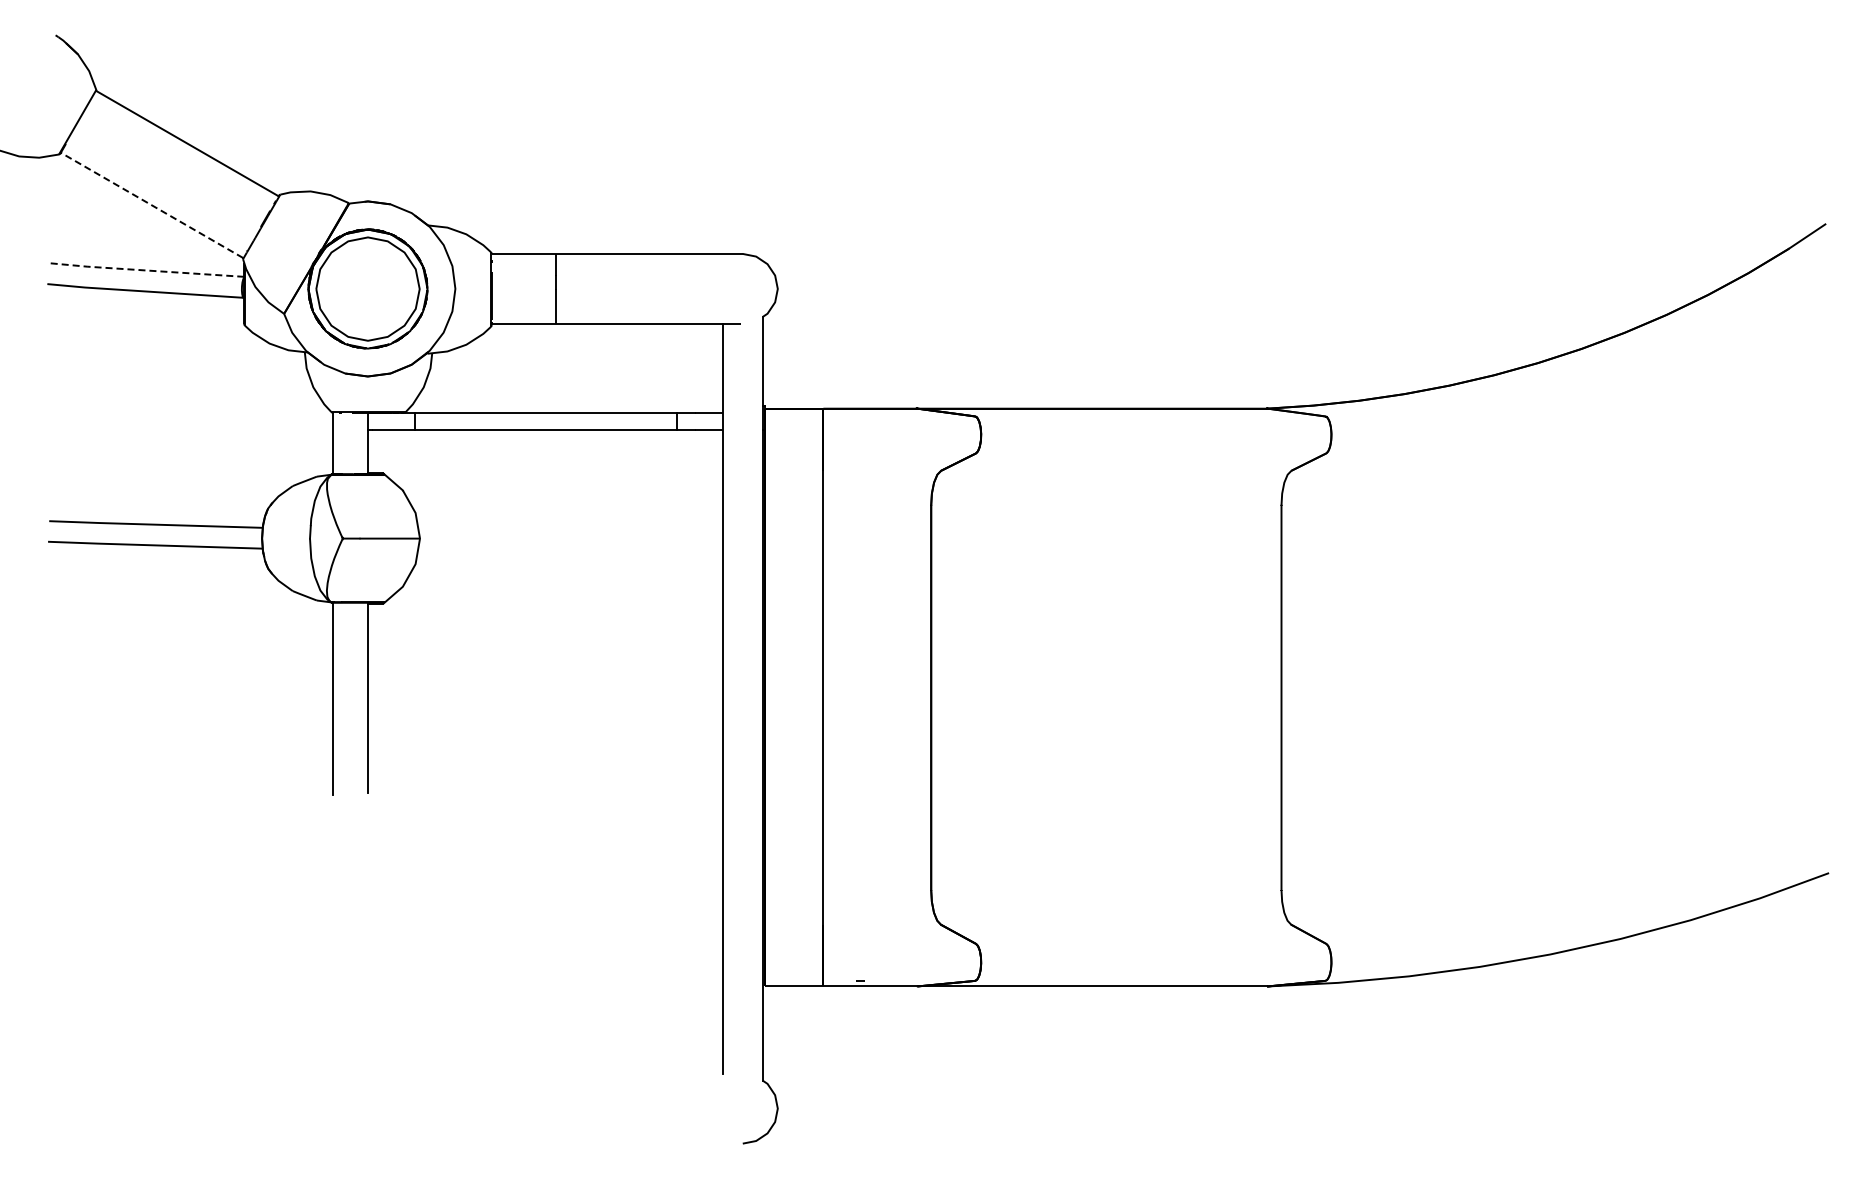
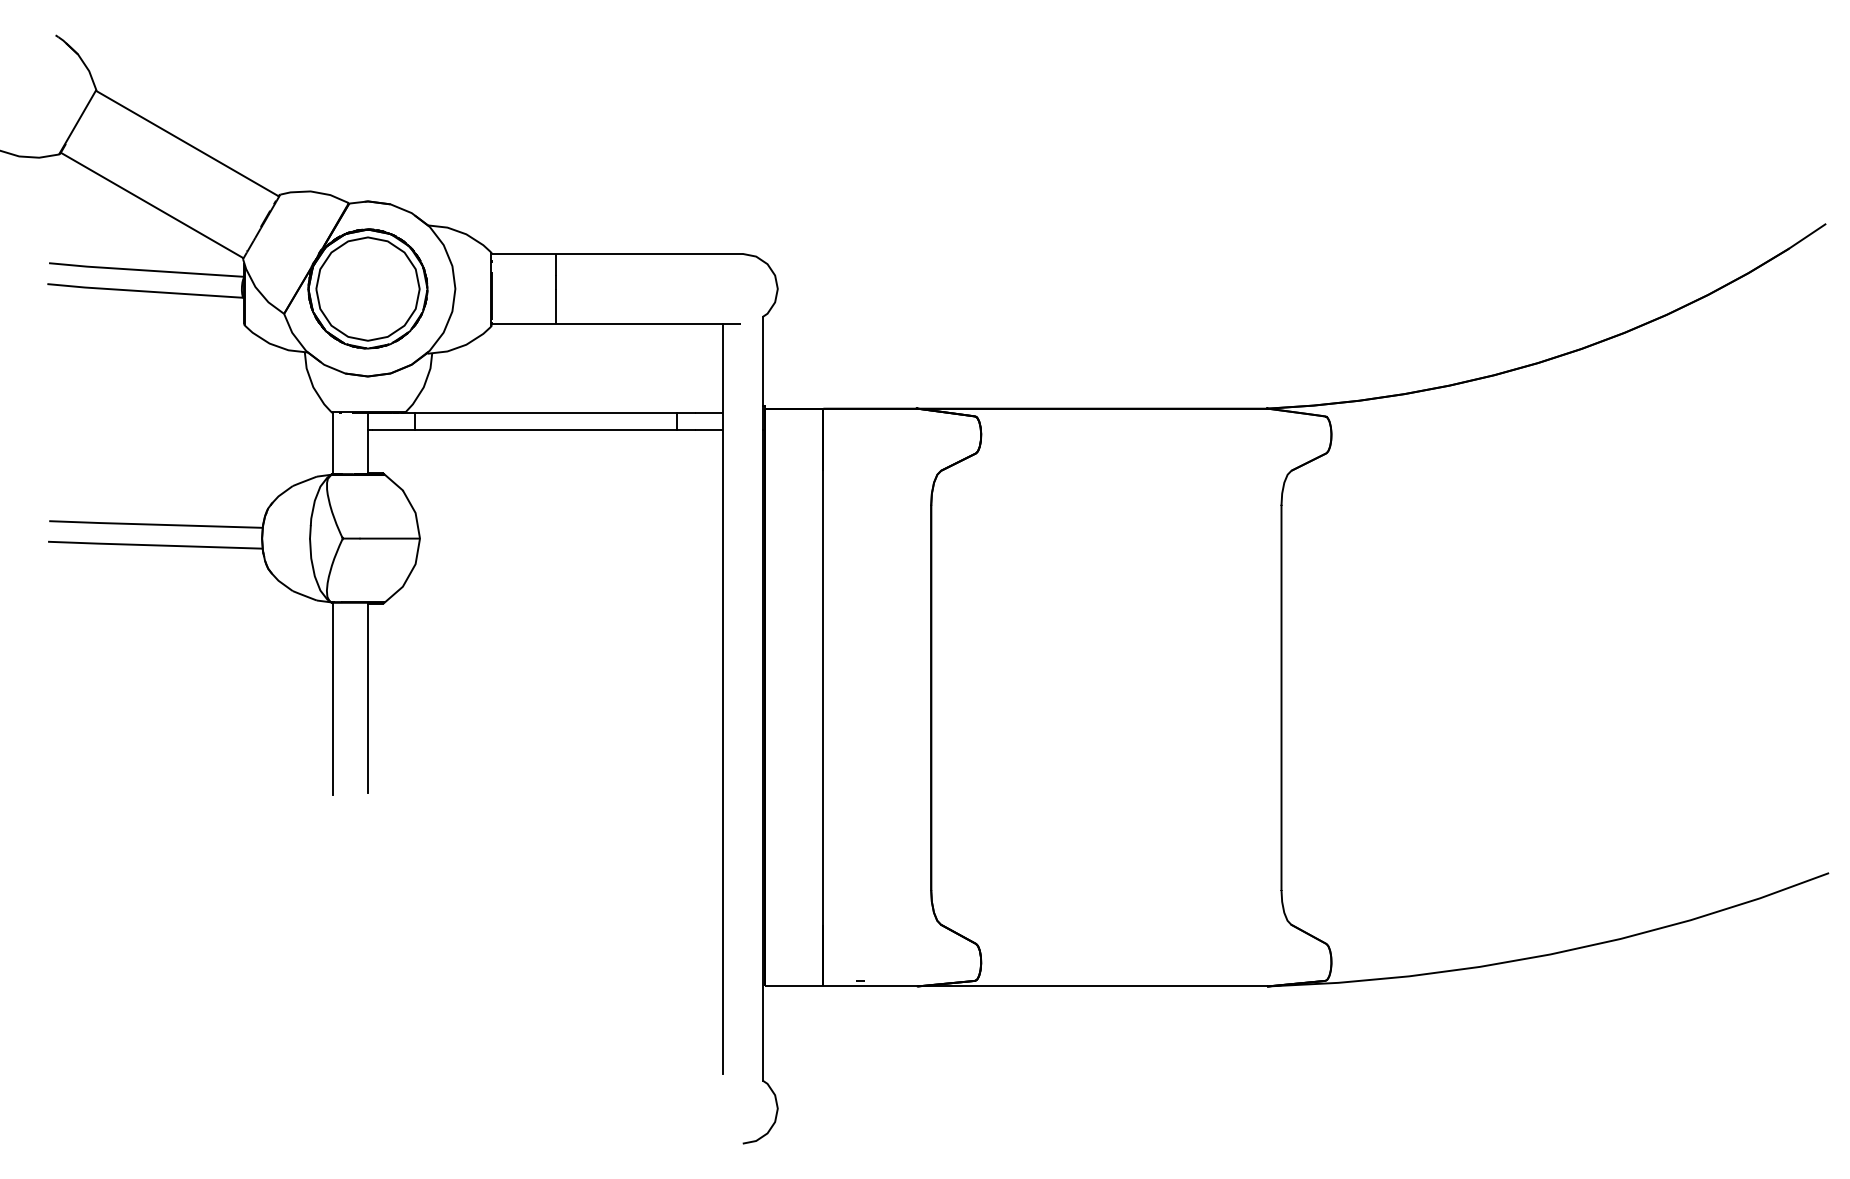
line at (151, 205): dashed -> solid
line at (145, 270): dashed -> solid
